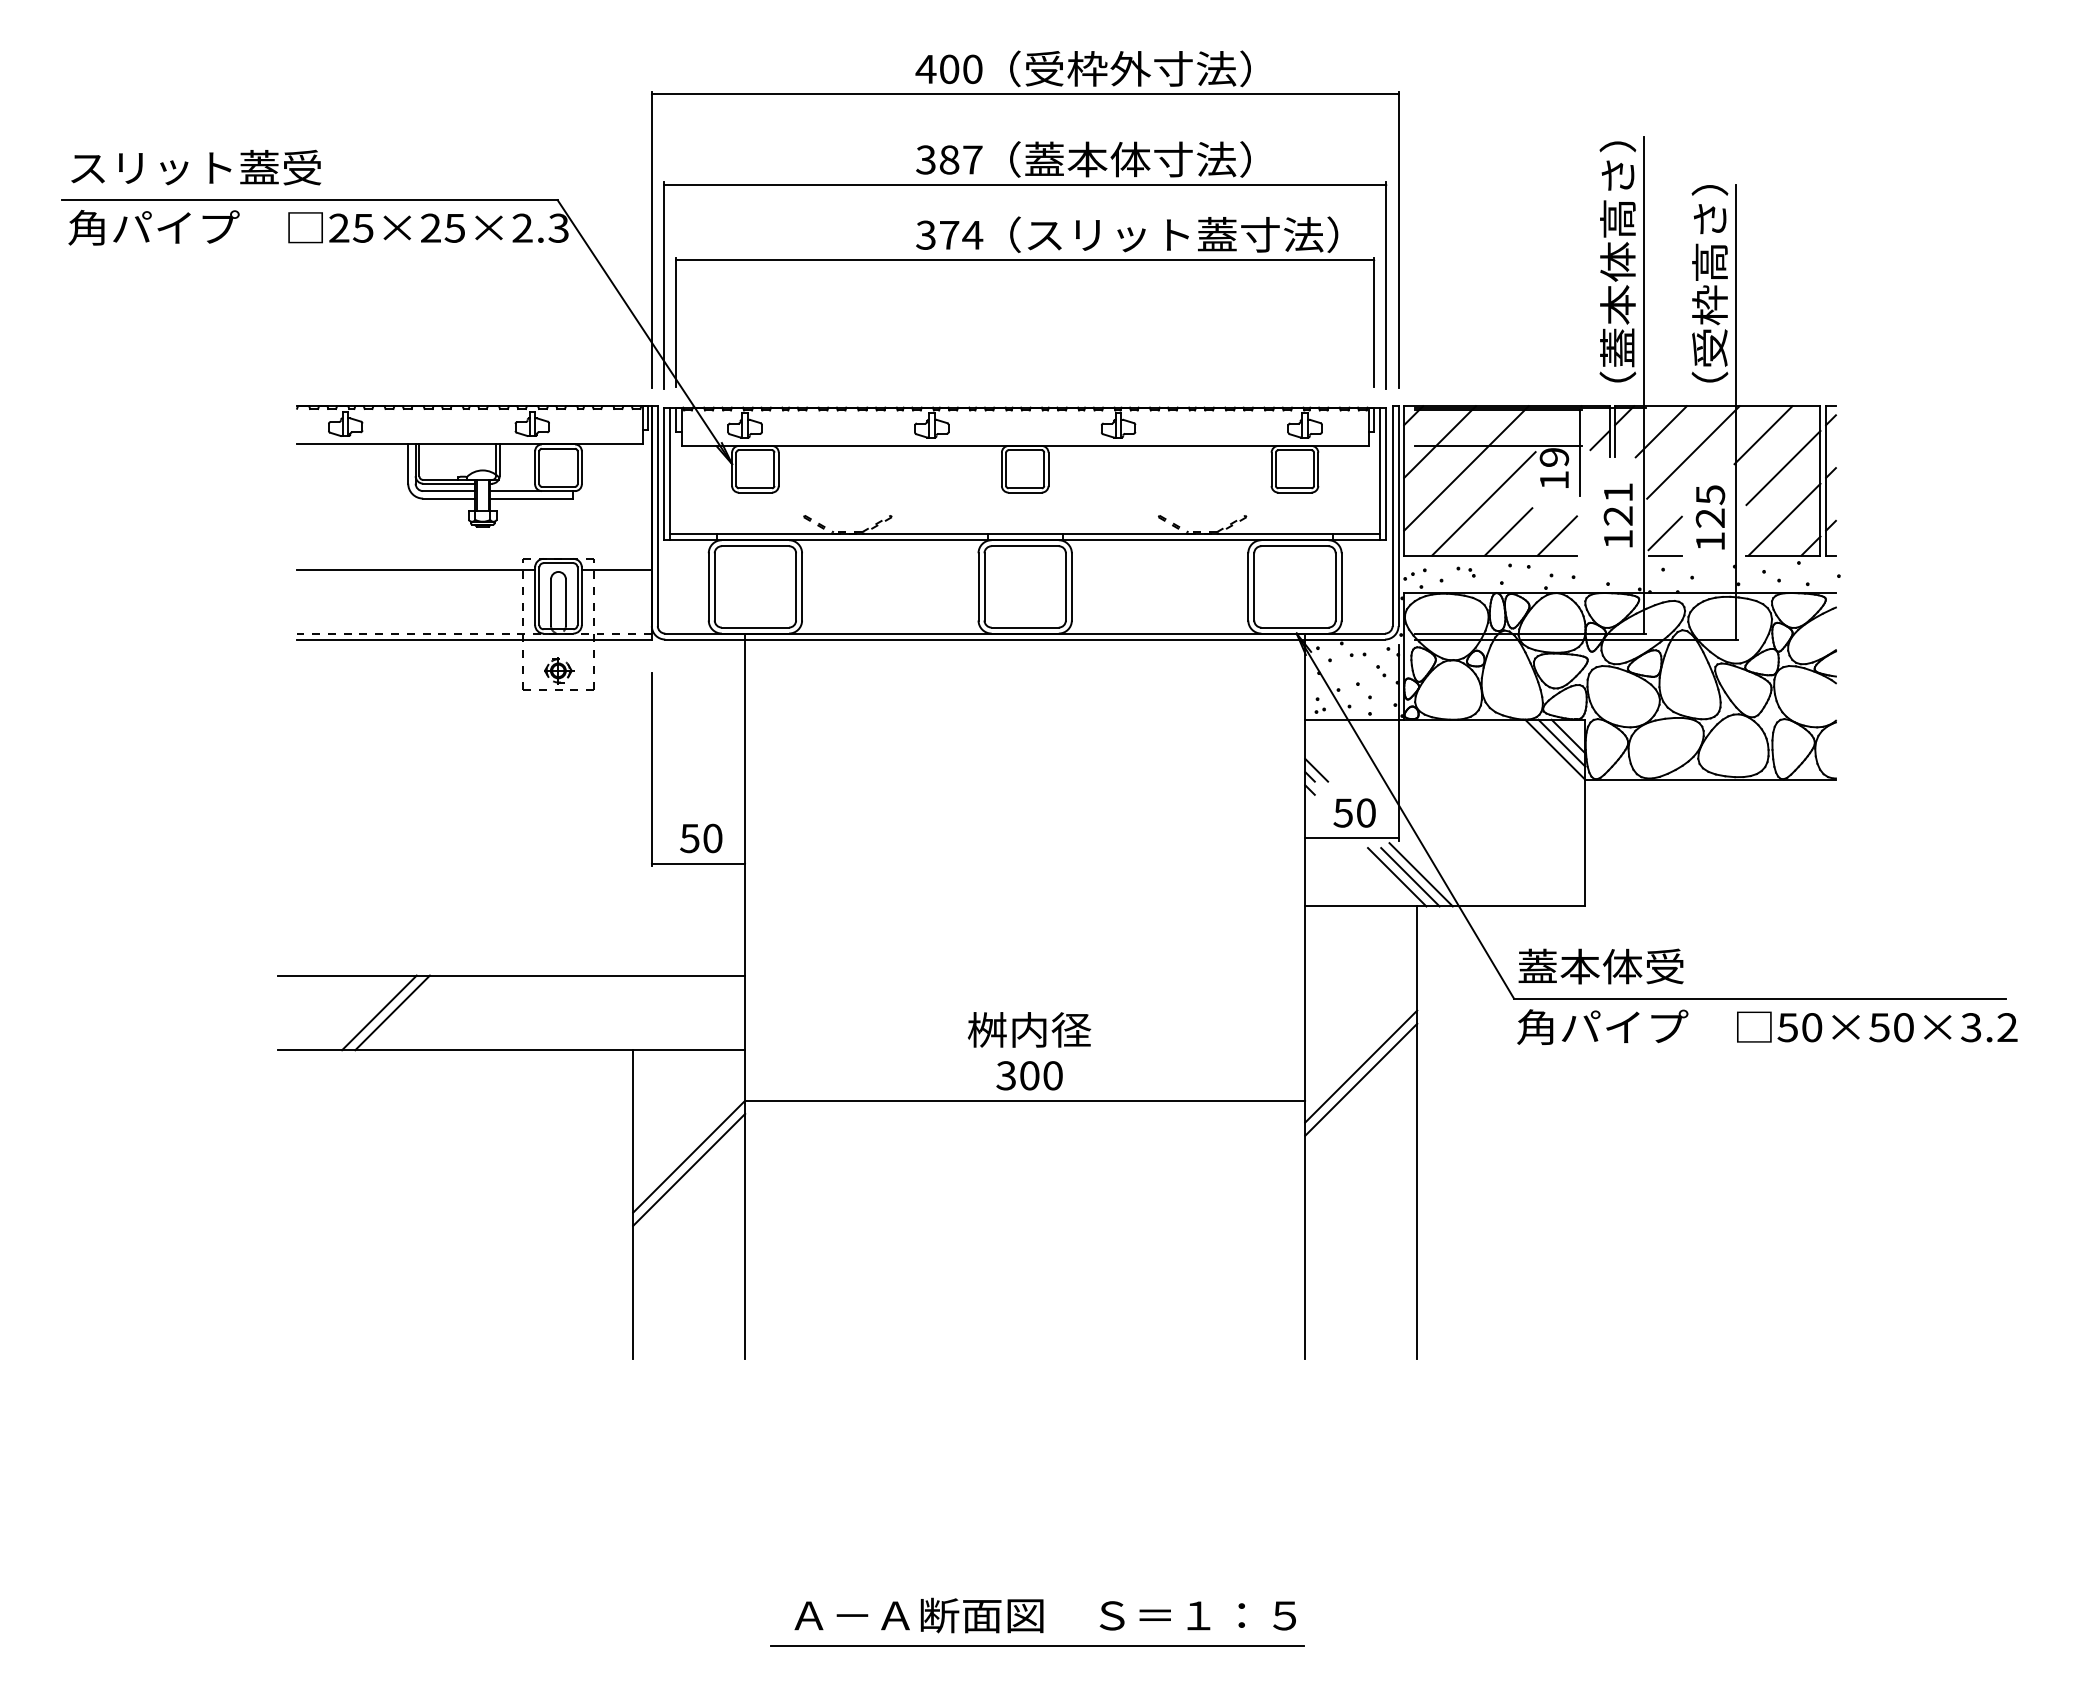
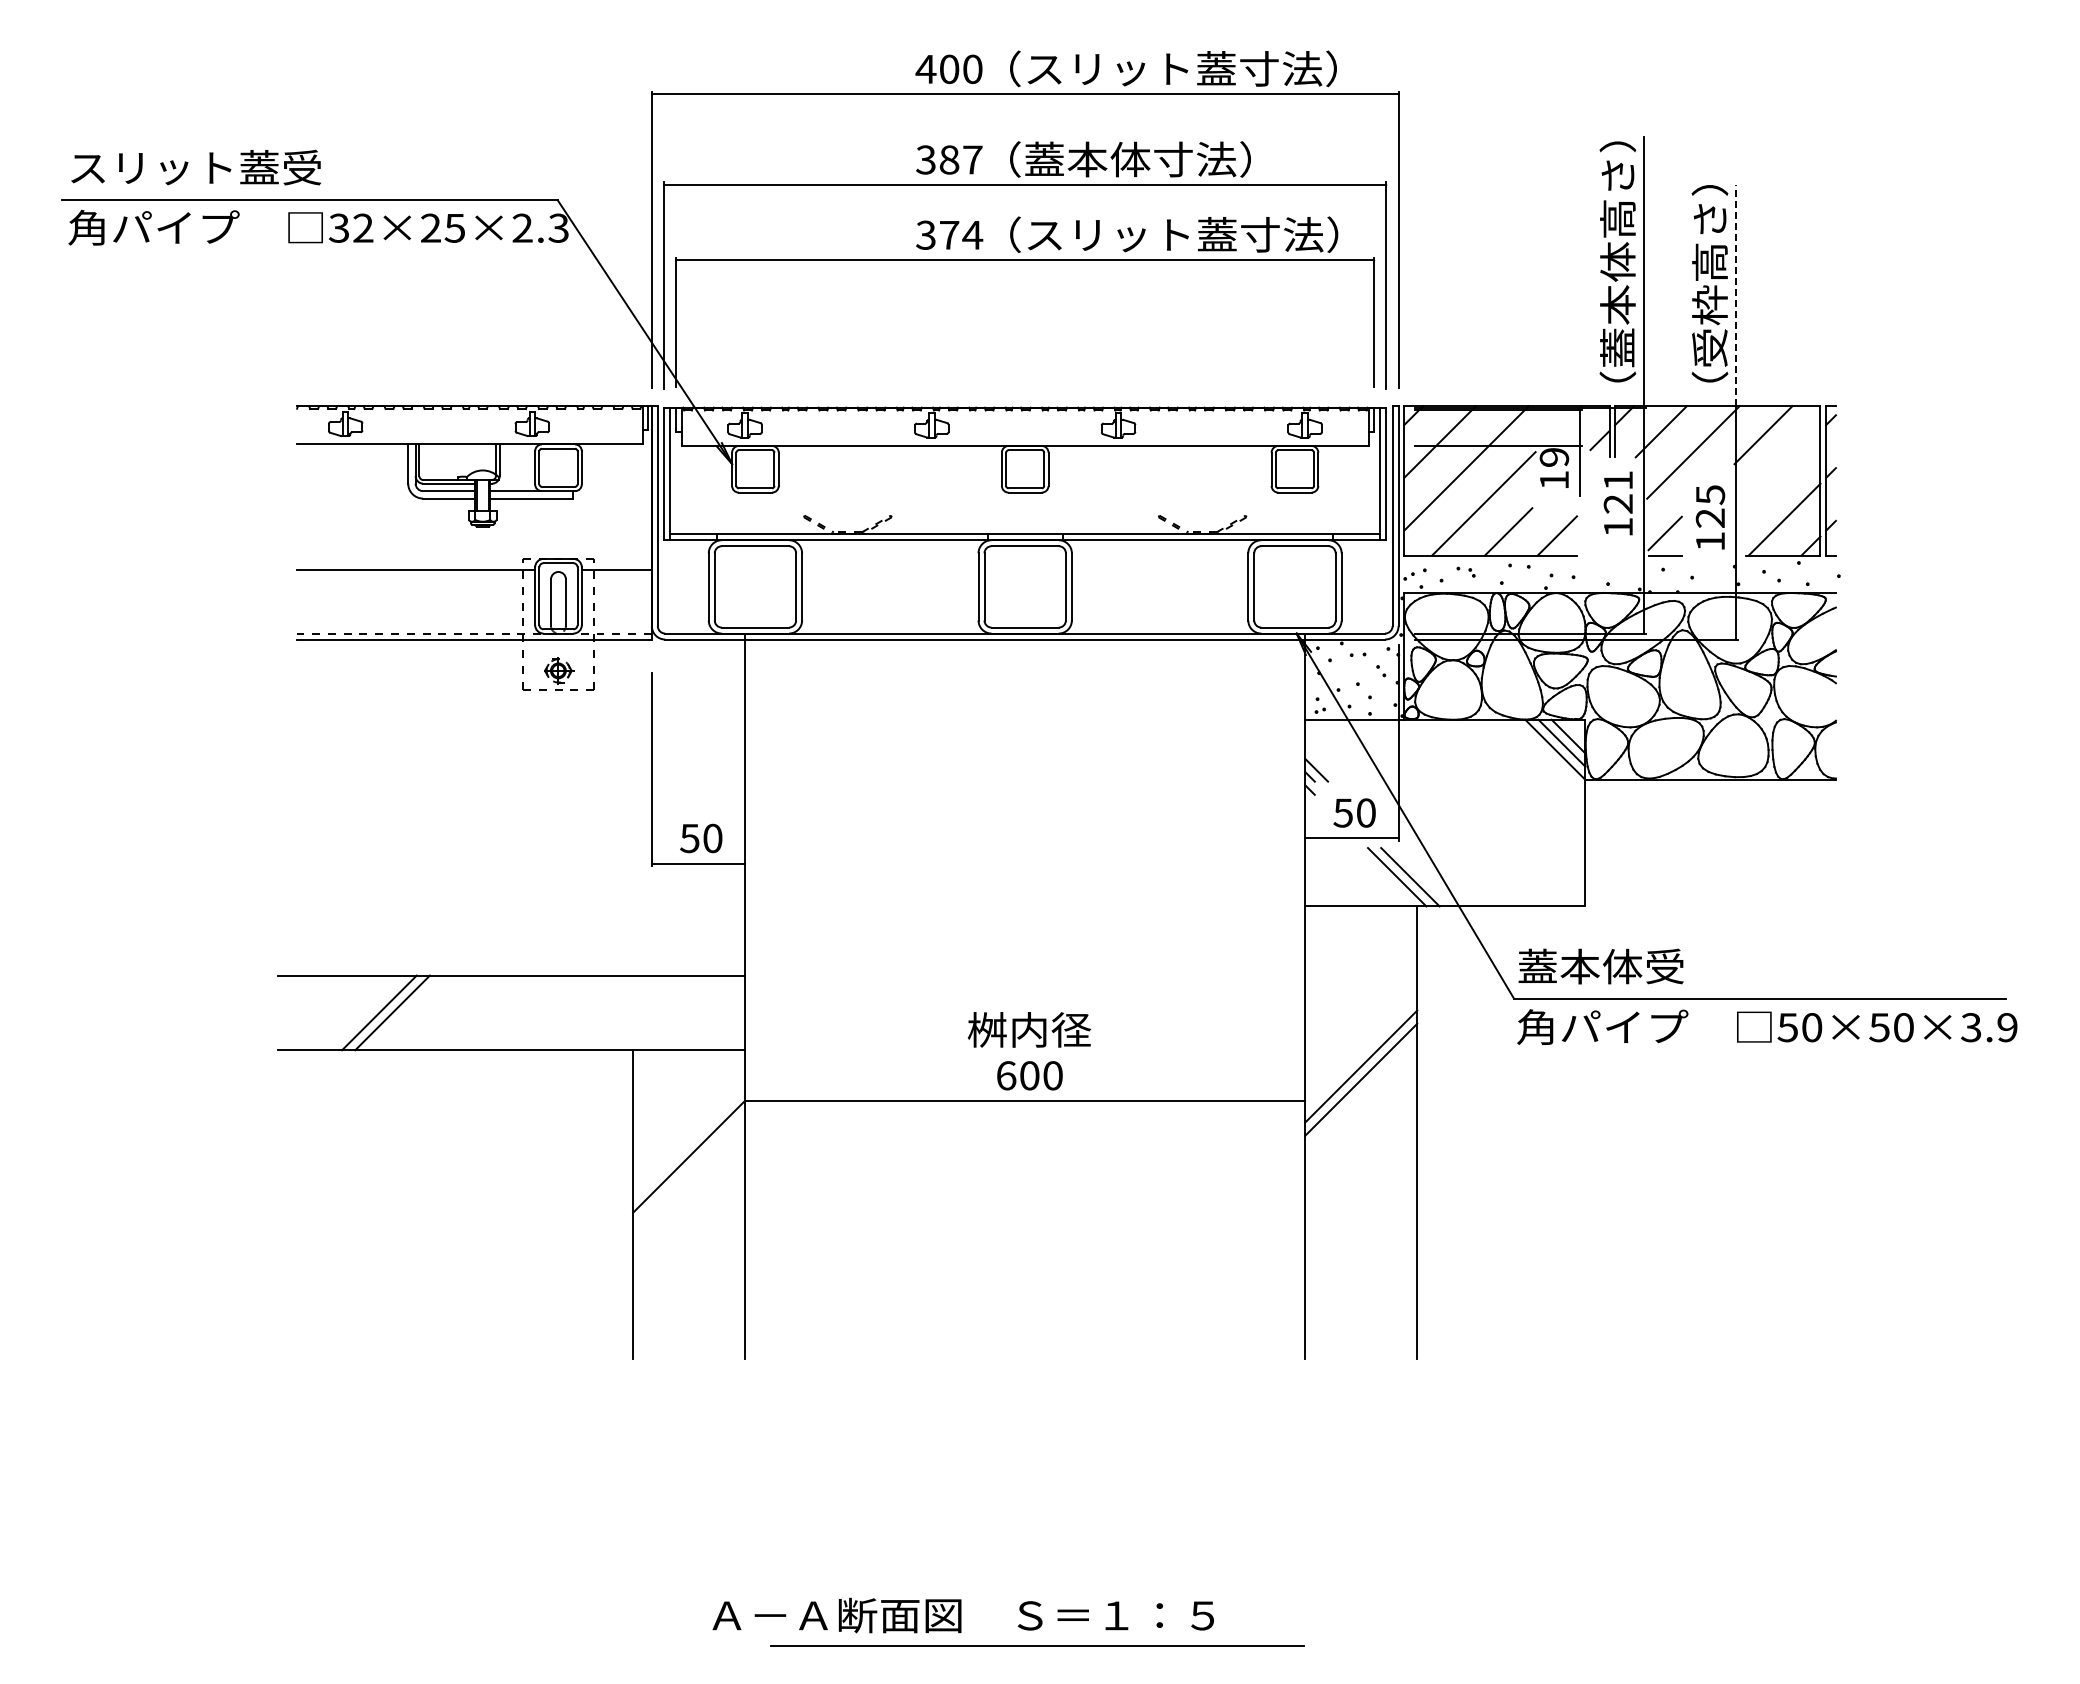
text at (1180, 68): （受枠外寸法） -> （スリット蓋寸法）
text at (351, 227): 25×25×2.3 -> 32×25×2.3
line at (1735, 295): solid -> dashed
line at (1783, 468): present -> none
text at (1617, 515) position: (1617, 515) -> (1617, 503)
line at (1420, 874): present -> none
text at (2007, 1027): 50×50×3.2 -> 50×50×3.9
text at (1006, 1075): 300 -> 600
line at (689, 1169): present -> none
text at (1044, 1615) position: (1044, 1615) -> (962, 1615)
